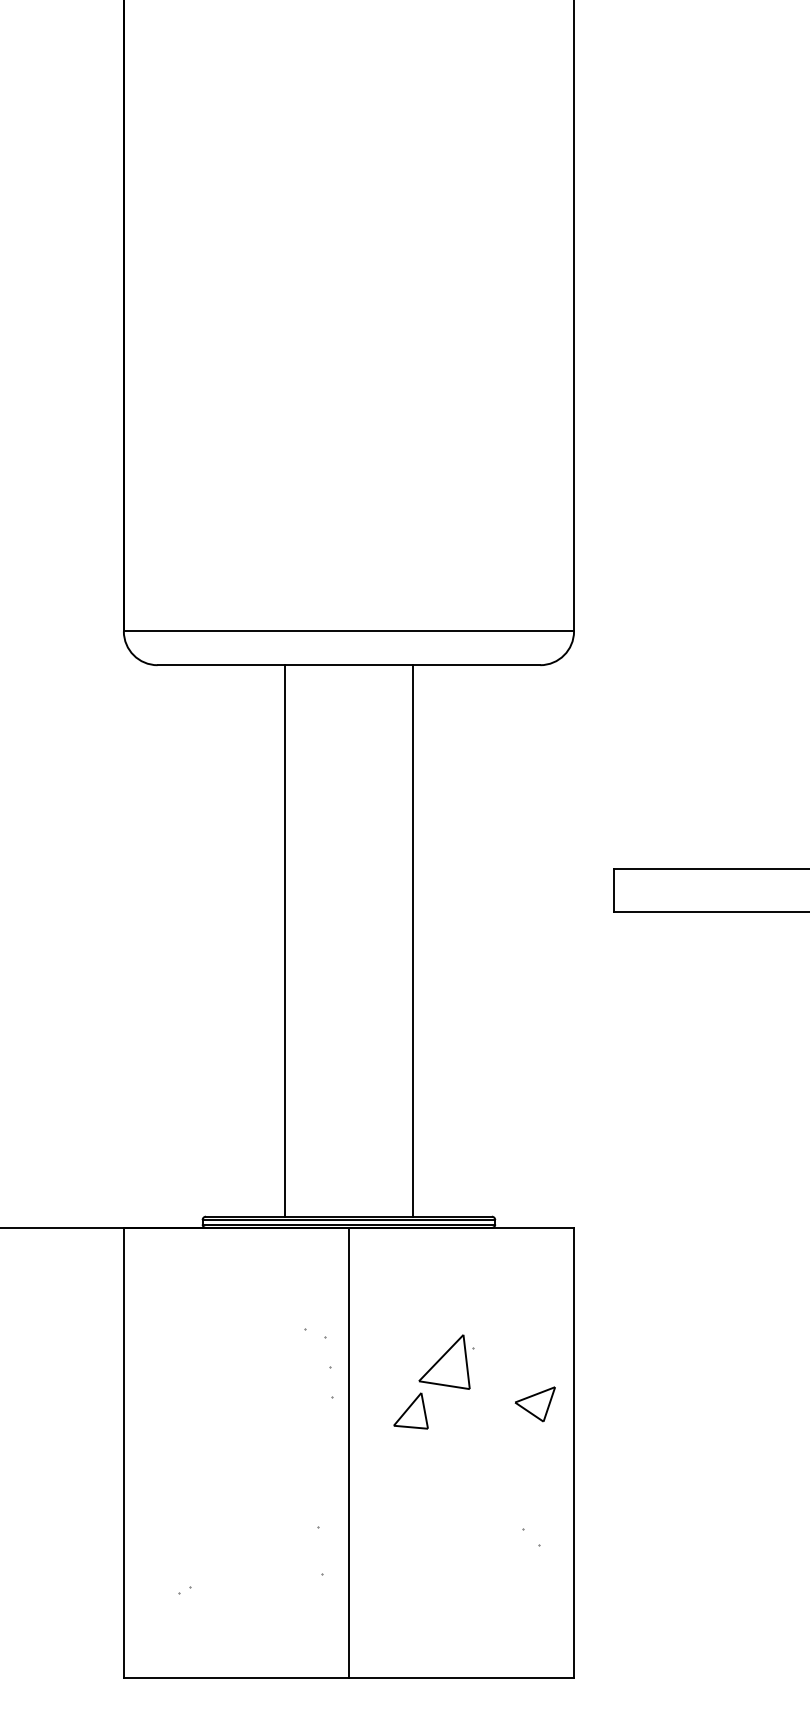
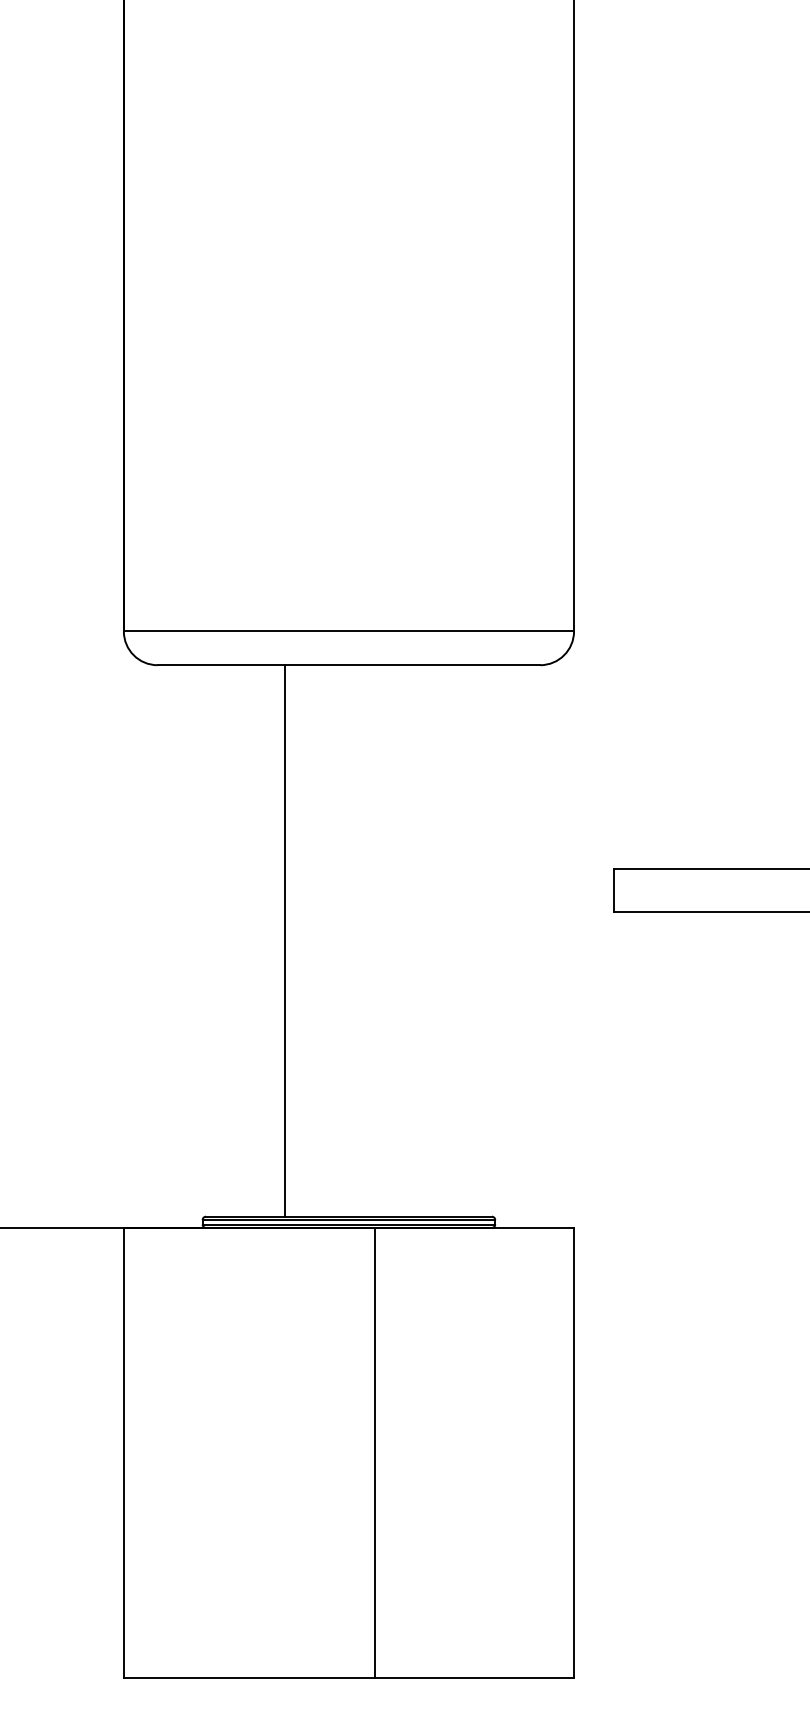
line at (413, 940): present -> none
line at (348, 1452) position: (348, 1452) -> (374, 1452)
hatch at (367, 1460): present -> none
